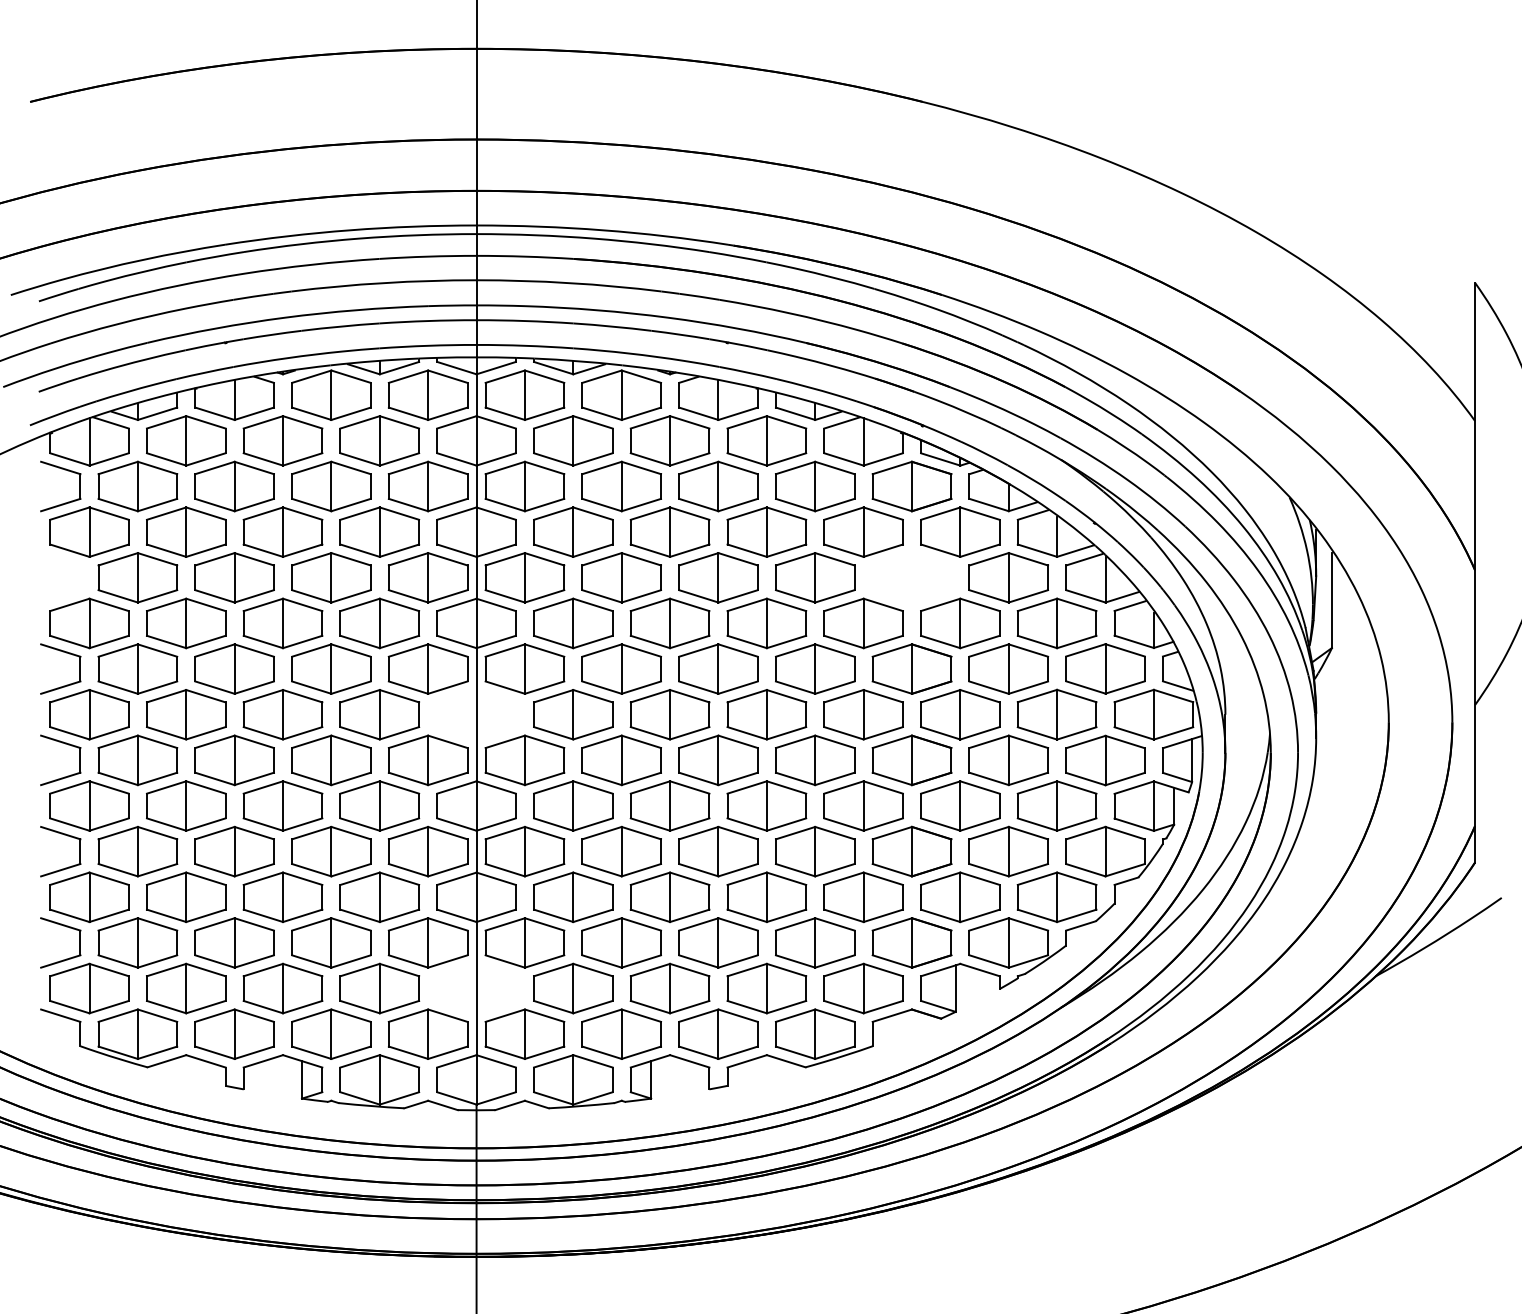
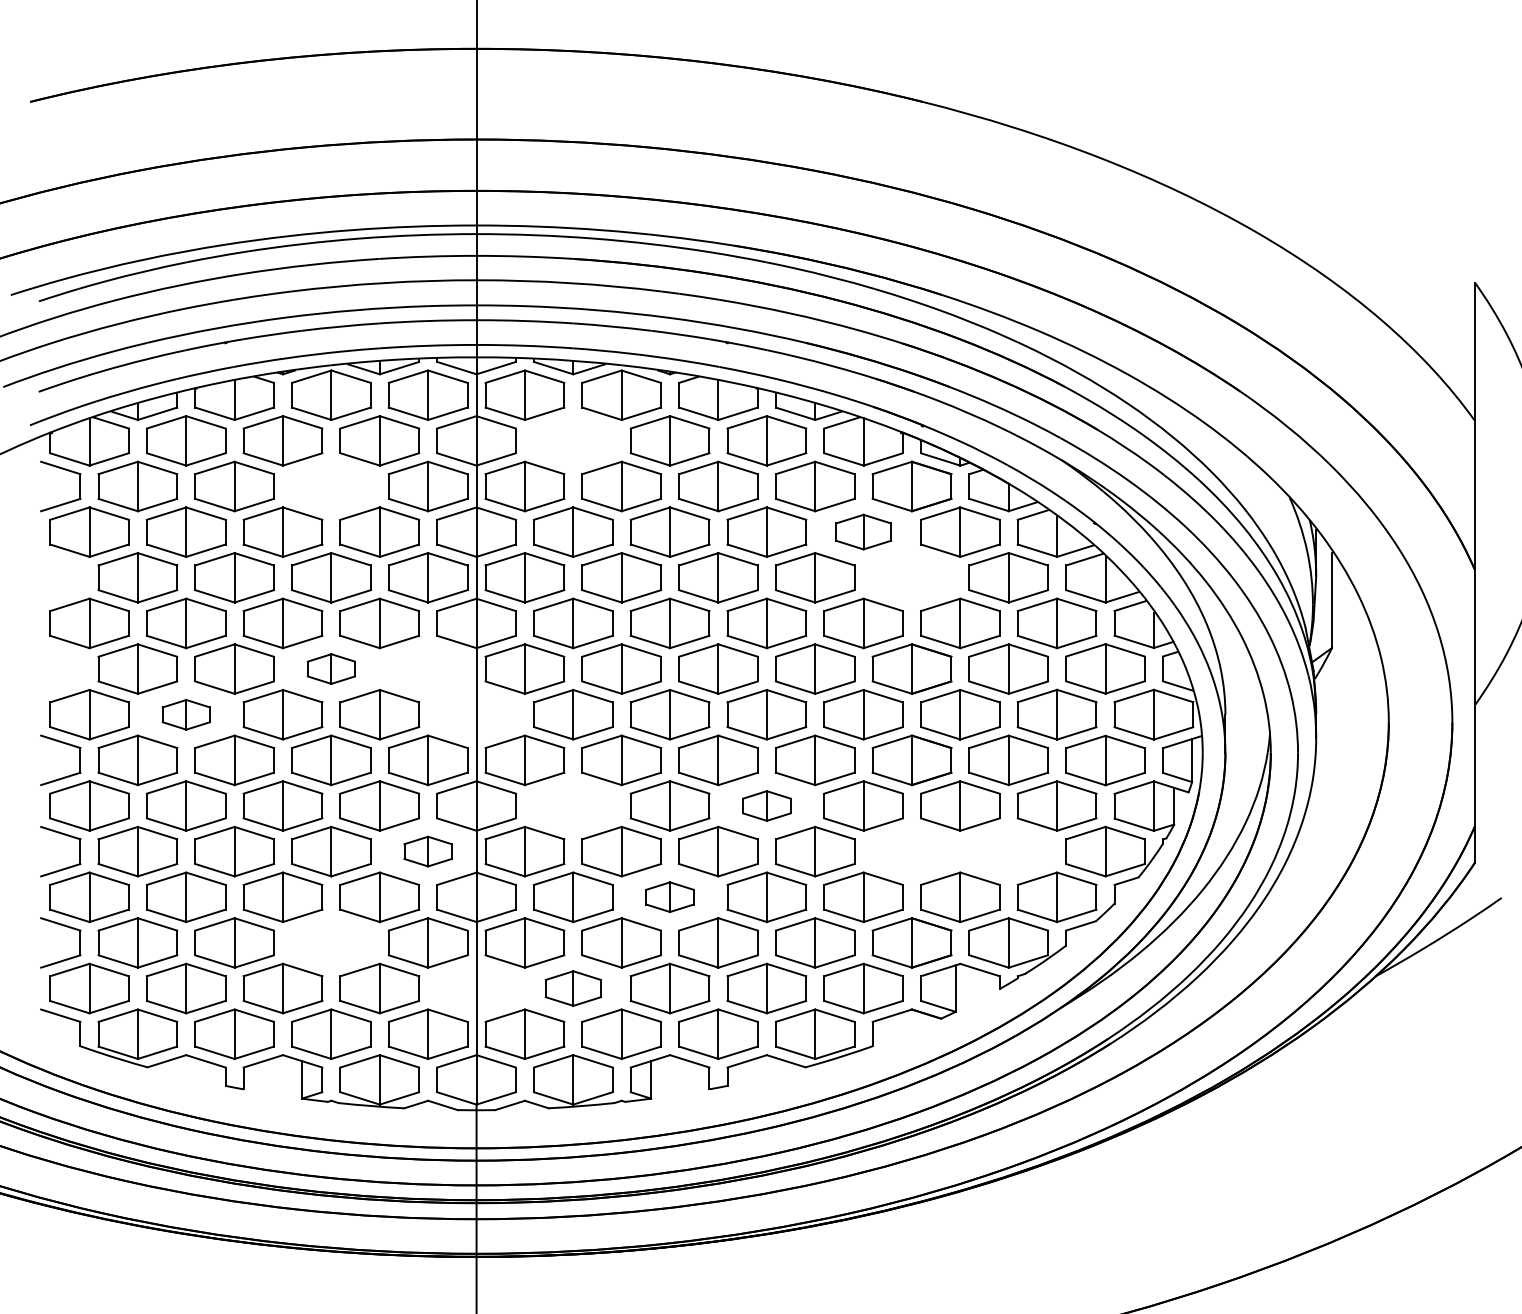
part at (573, 440): present -> none
part at (331, 486): present -> none
part at (863, 531) size: 81x52 px -> 58x38 px
part at (66, 653): present -> none
part at (331, 668) size: 81x52 px -> 50x32 px
part at (427, 668): present -> none
part at (186, 714) size: 81x52 px -> 50x32 px
part at (573, 805): present -> none
part at (766, 805) size: 82x52 px -> 50x32 px
part at (427, 851) size: 82x53 px -> 50x33 px
part at (911, 851): present -> none
part at (1008, 851): present -> none
part at (669, 896) size: 82x52 px -> 50x32 px
part at (331, 942): present -> none
part at (573, 988) size: 81x53 px -> 58x37 px
